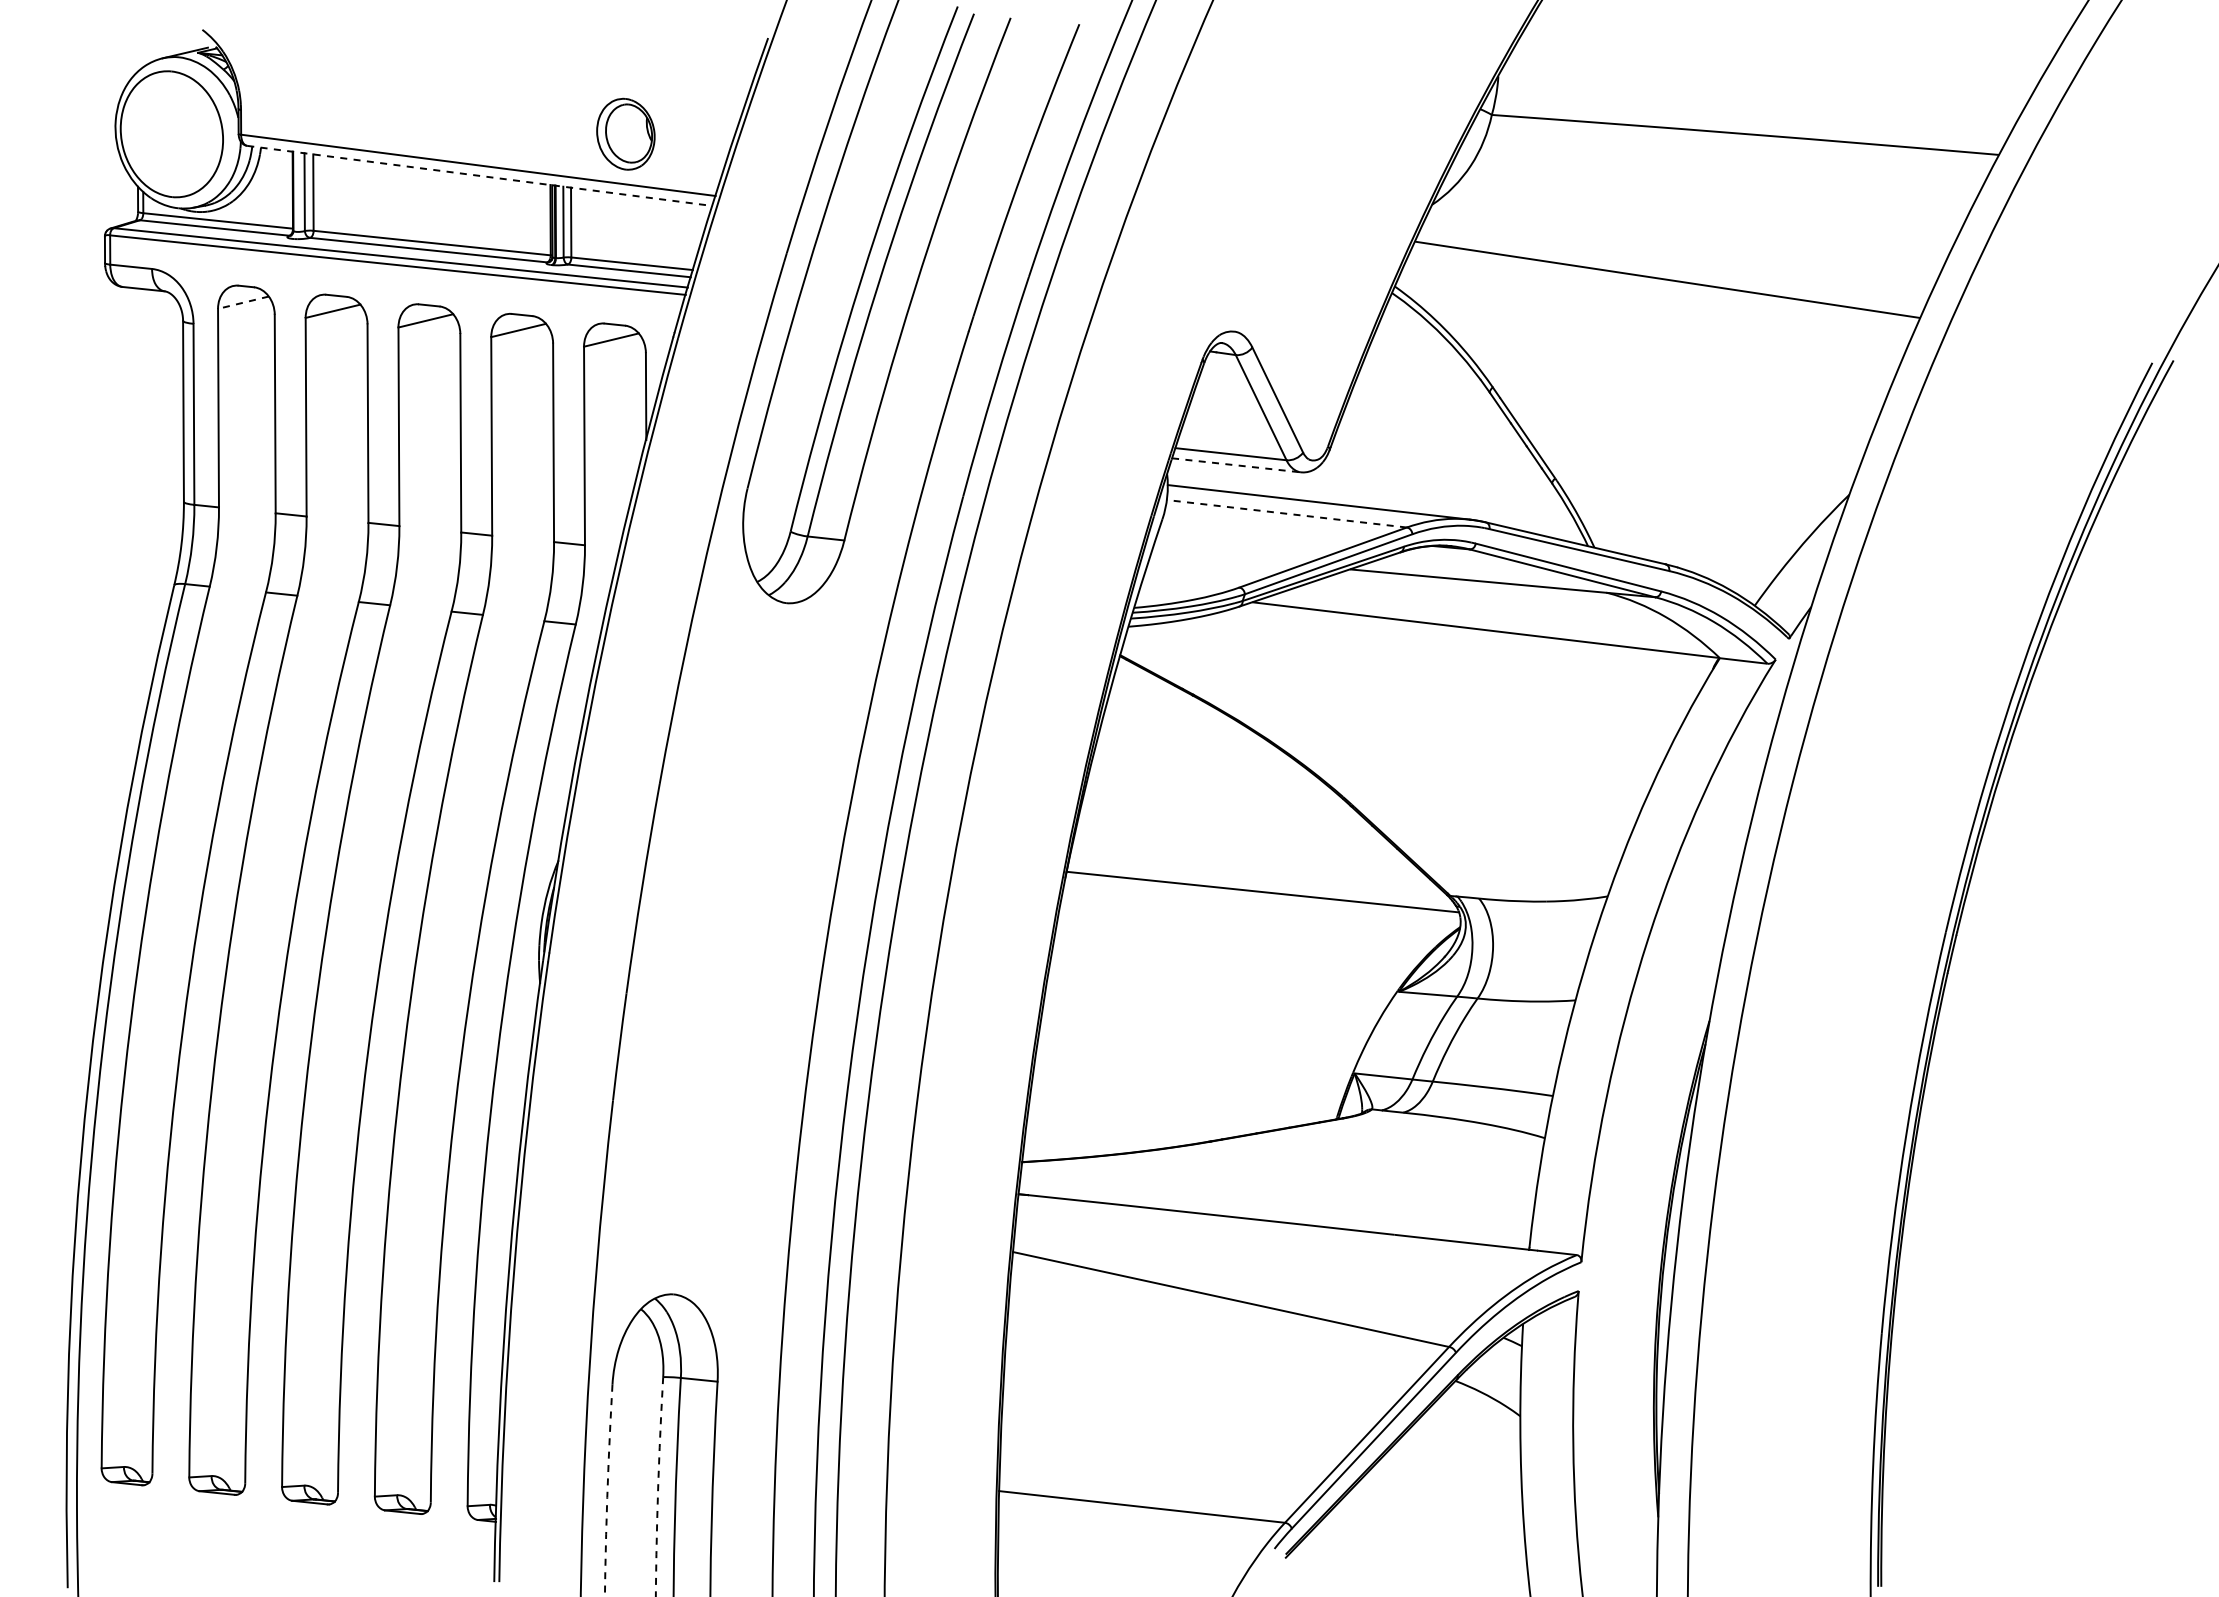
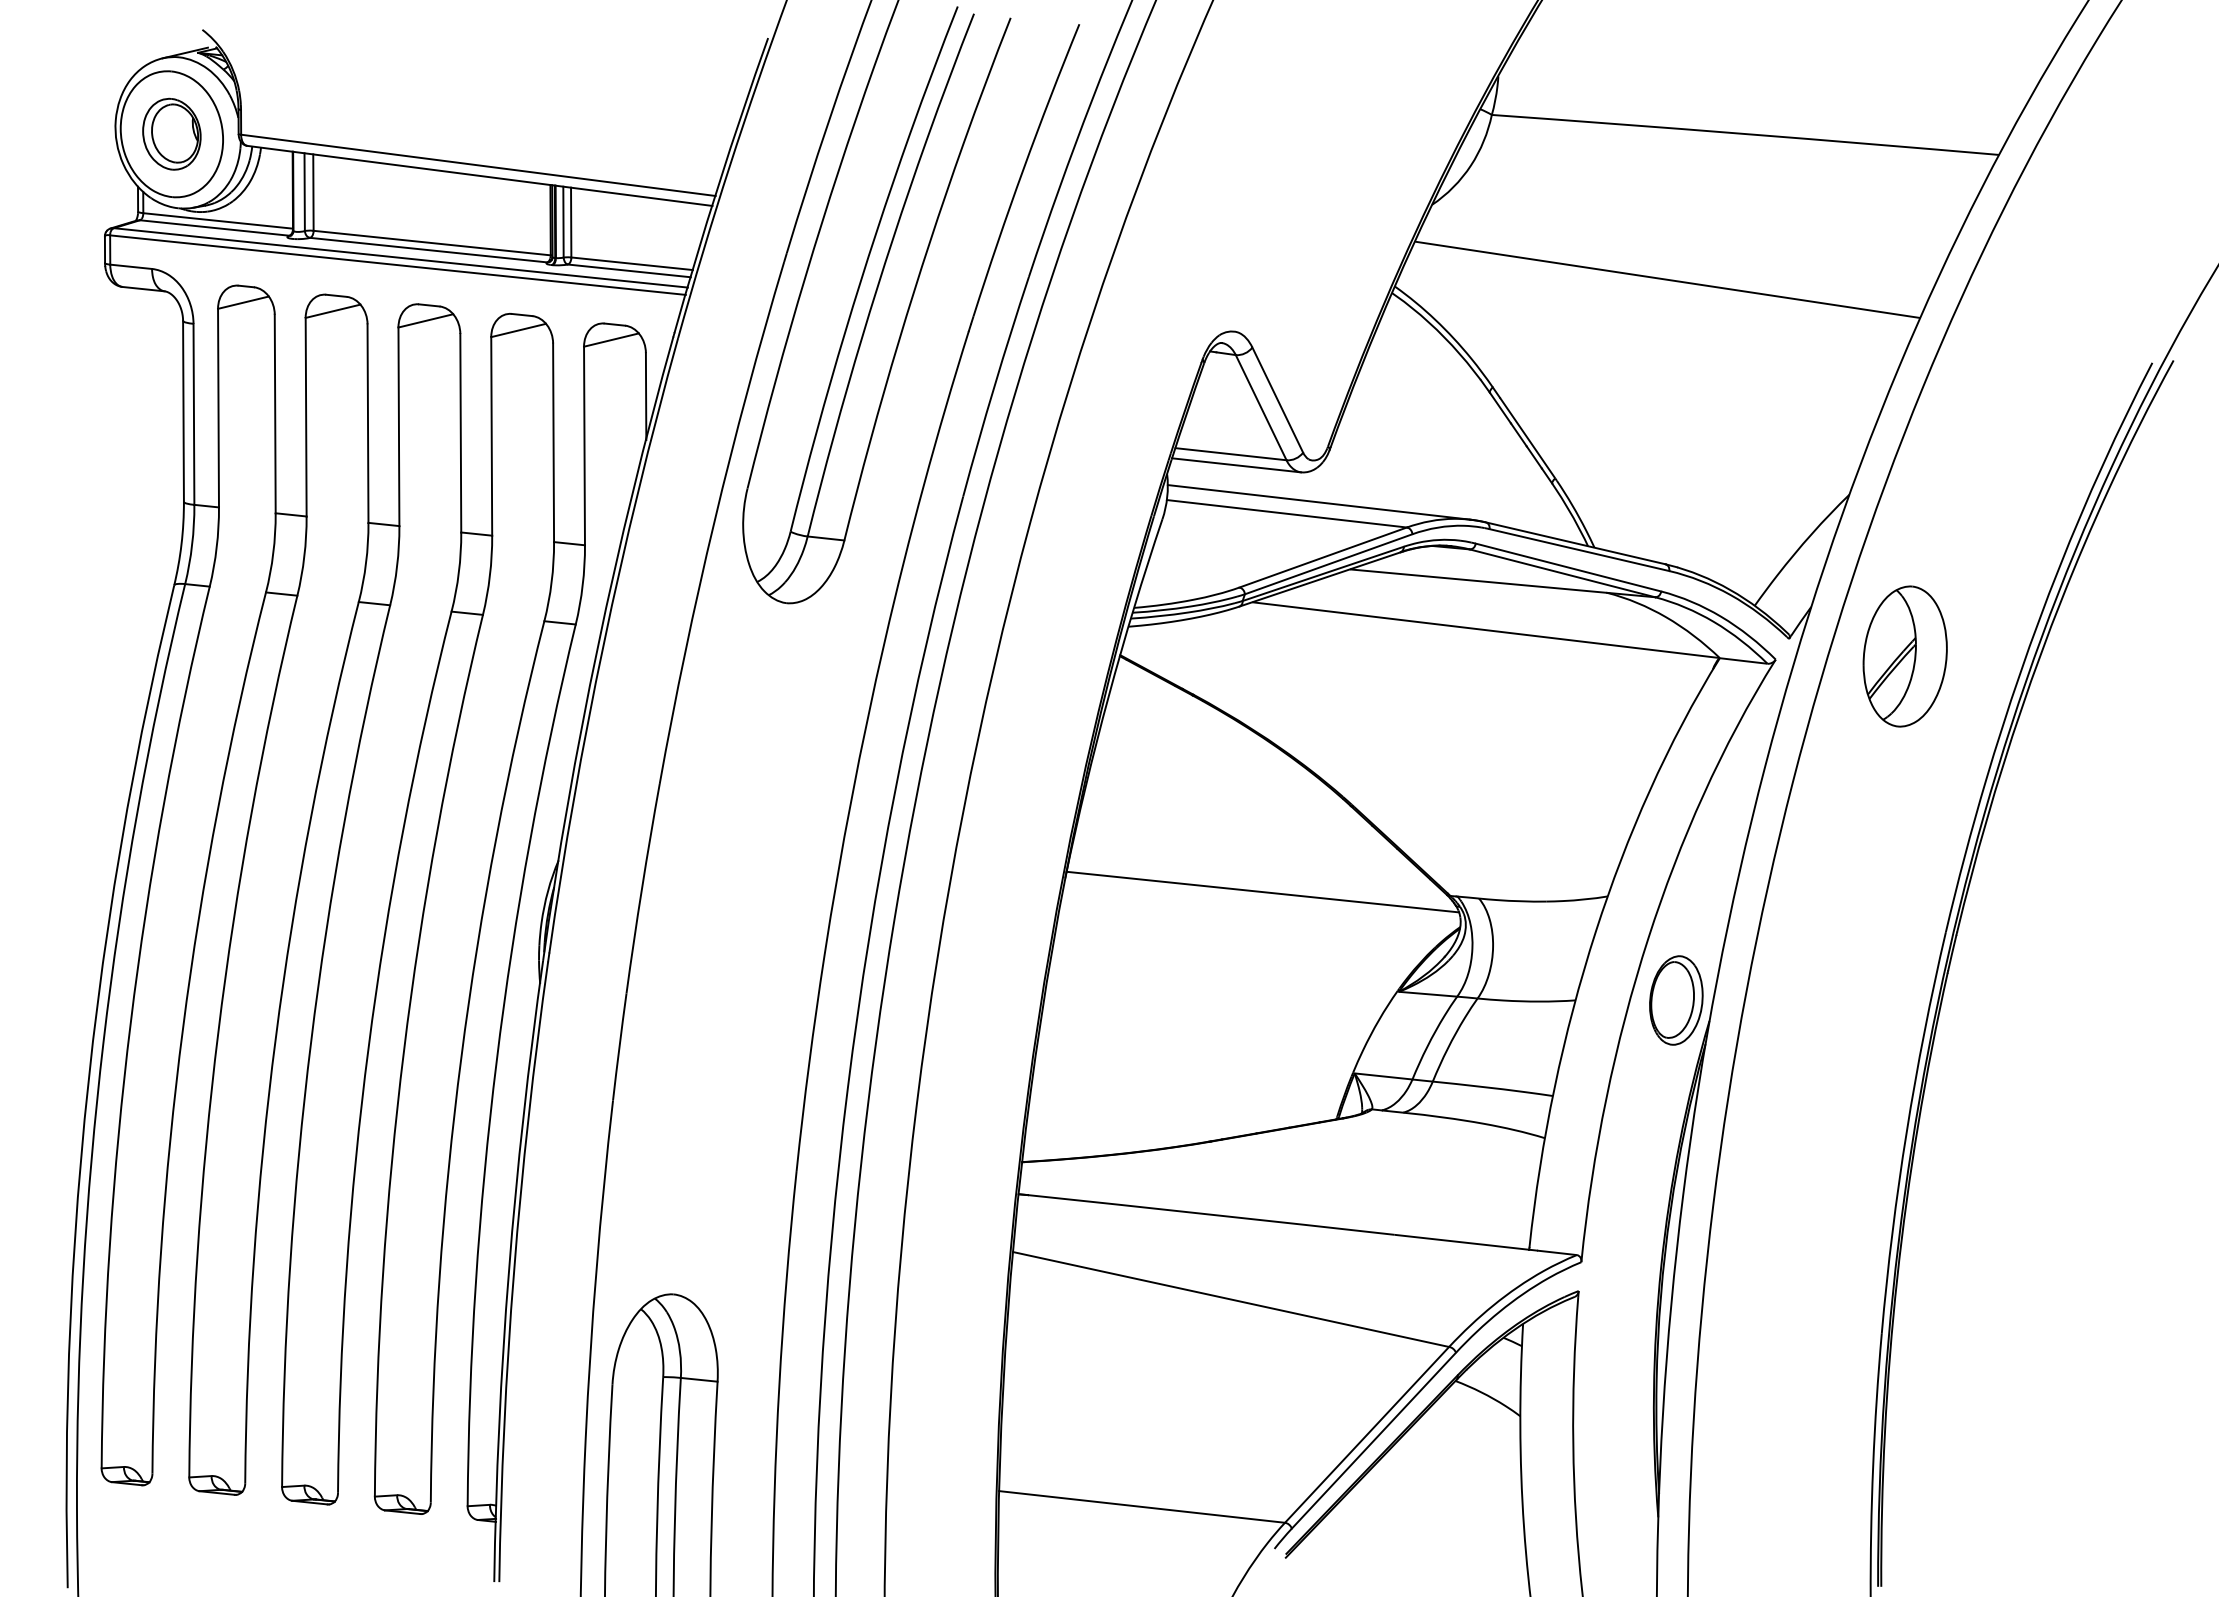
part at (625, 133) position: (625, 133) -> (171, 133)
line at (479, 175): dashed -> solid
line at (242, 302): dashed -> solid
line at (1236, 465): dashed -> solid
line at (1286, 513): dashed -> solid
part at (1904, 656): none -> present
part at (1676, 1000): none -> present
arc at (658, 1487): dashed -> solid
arc at (607, 1490): dashed -> solid
